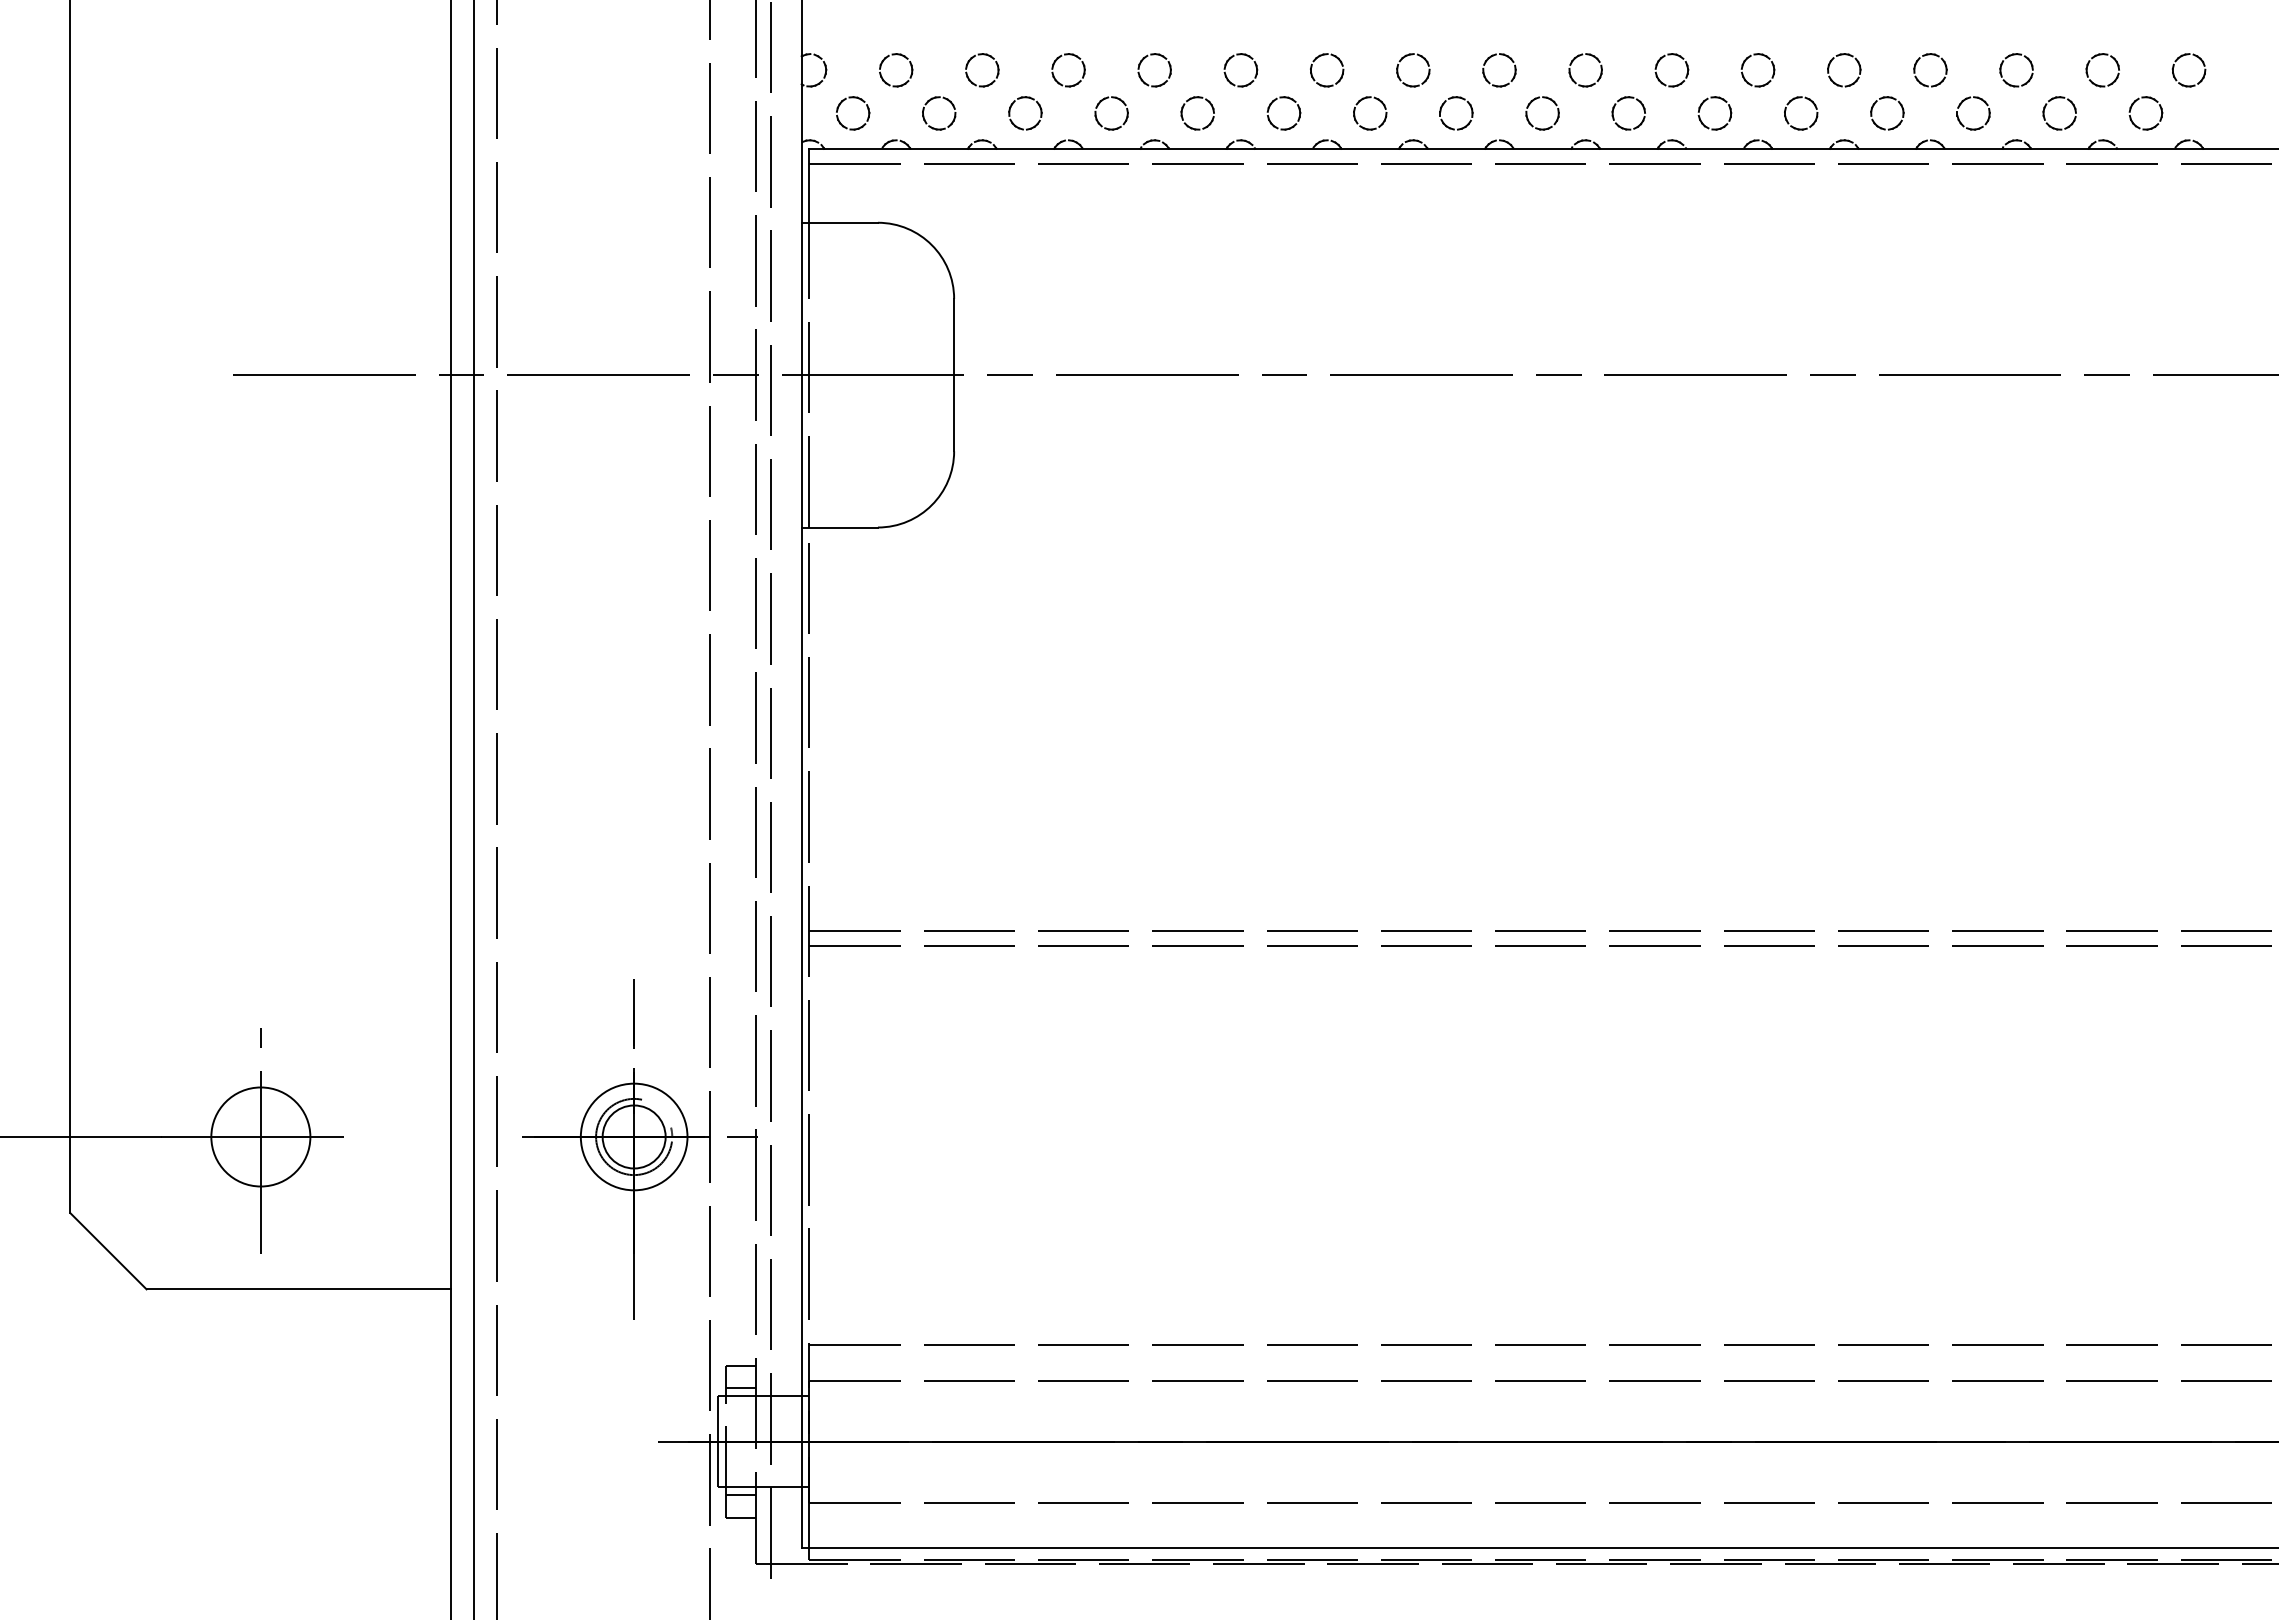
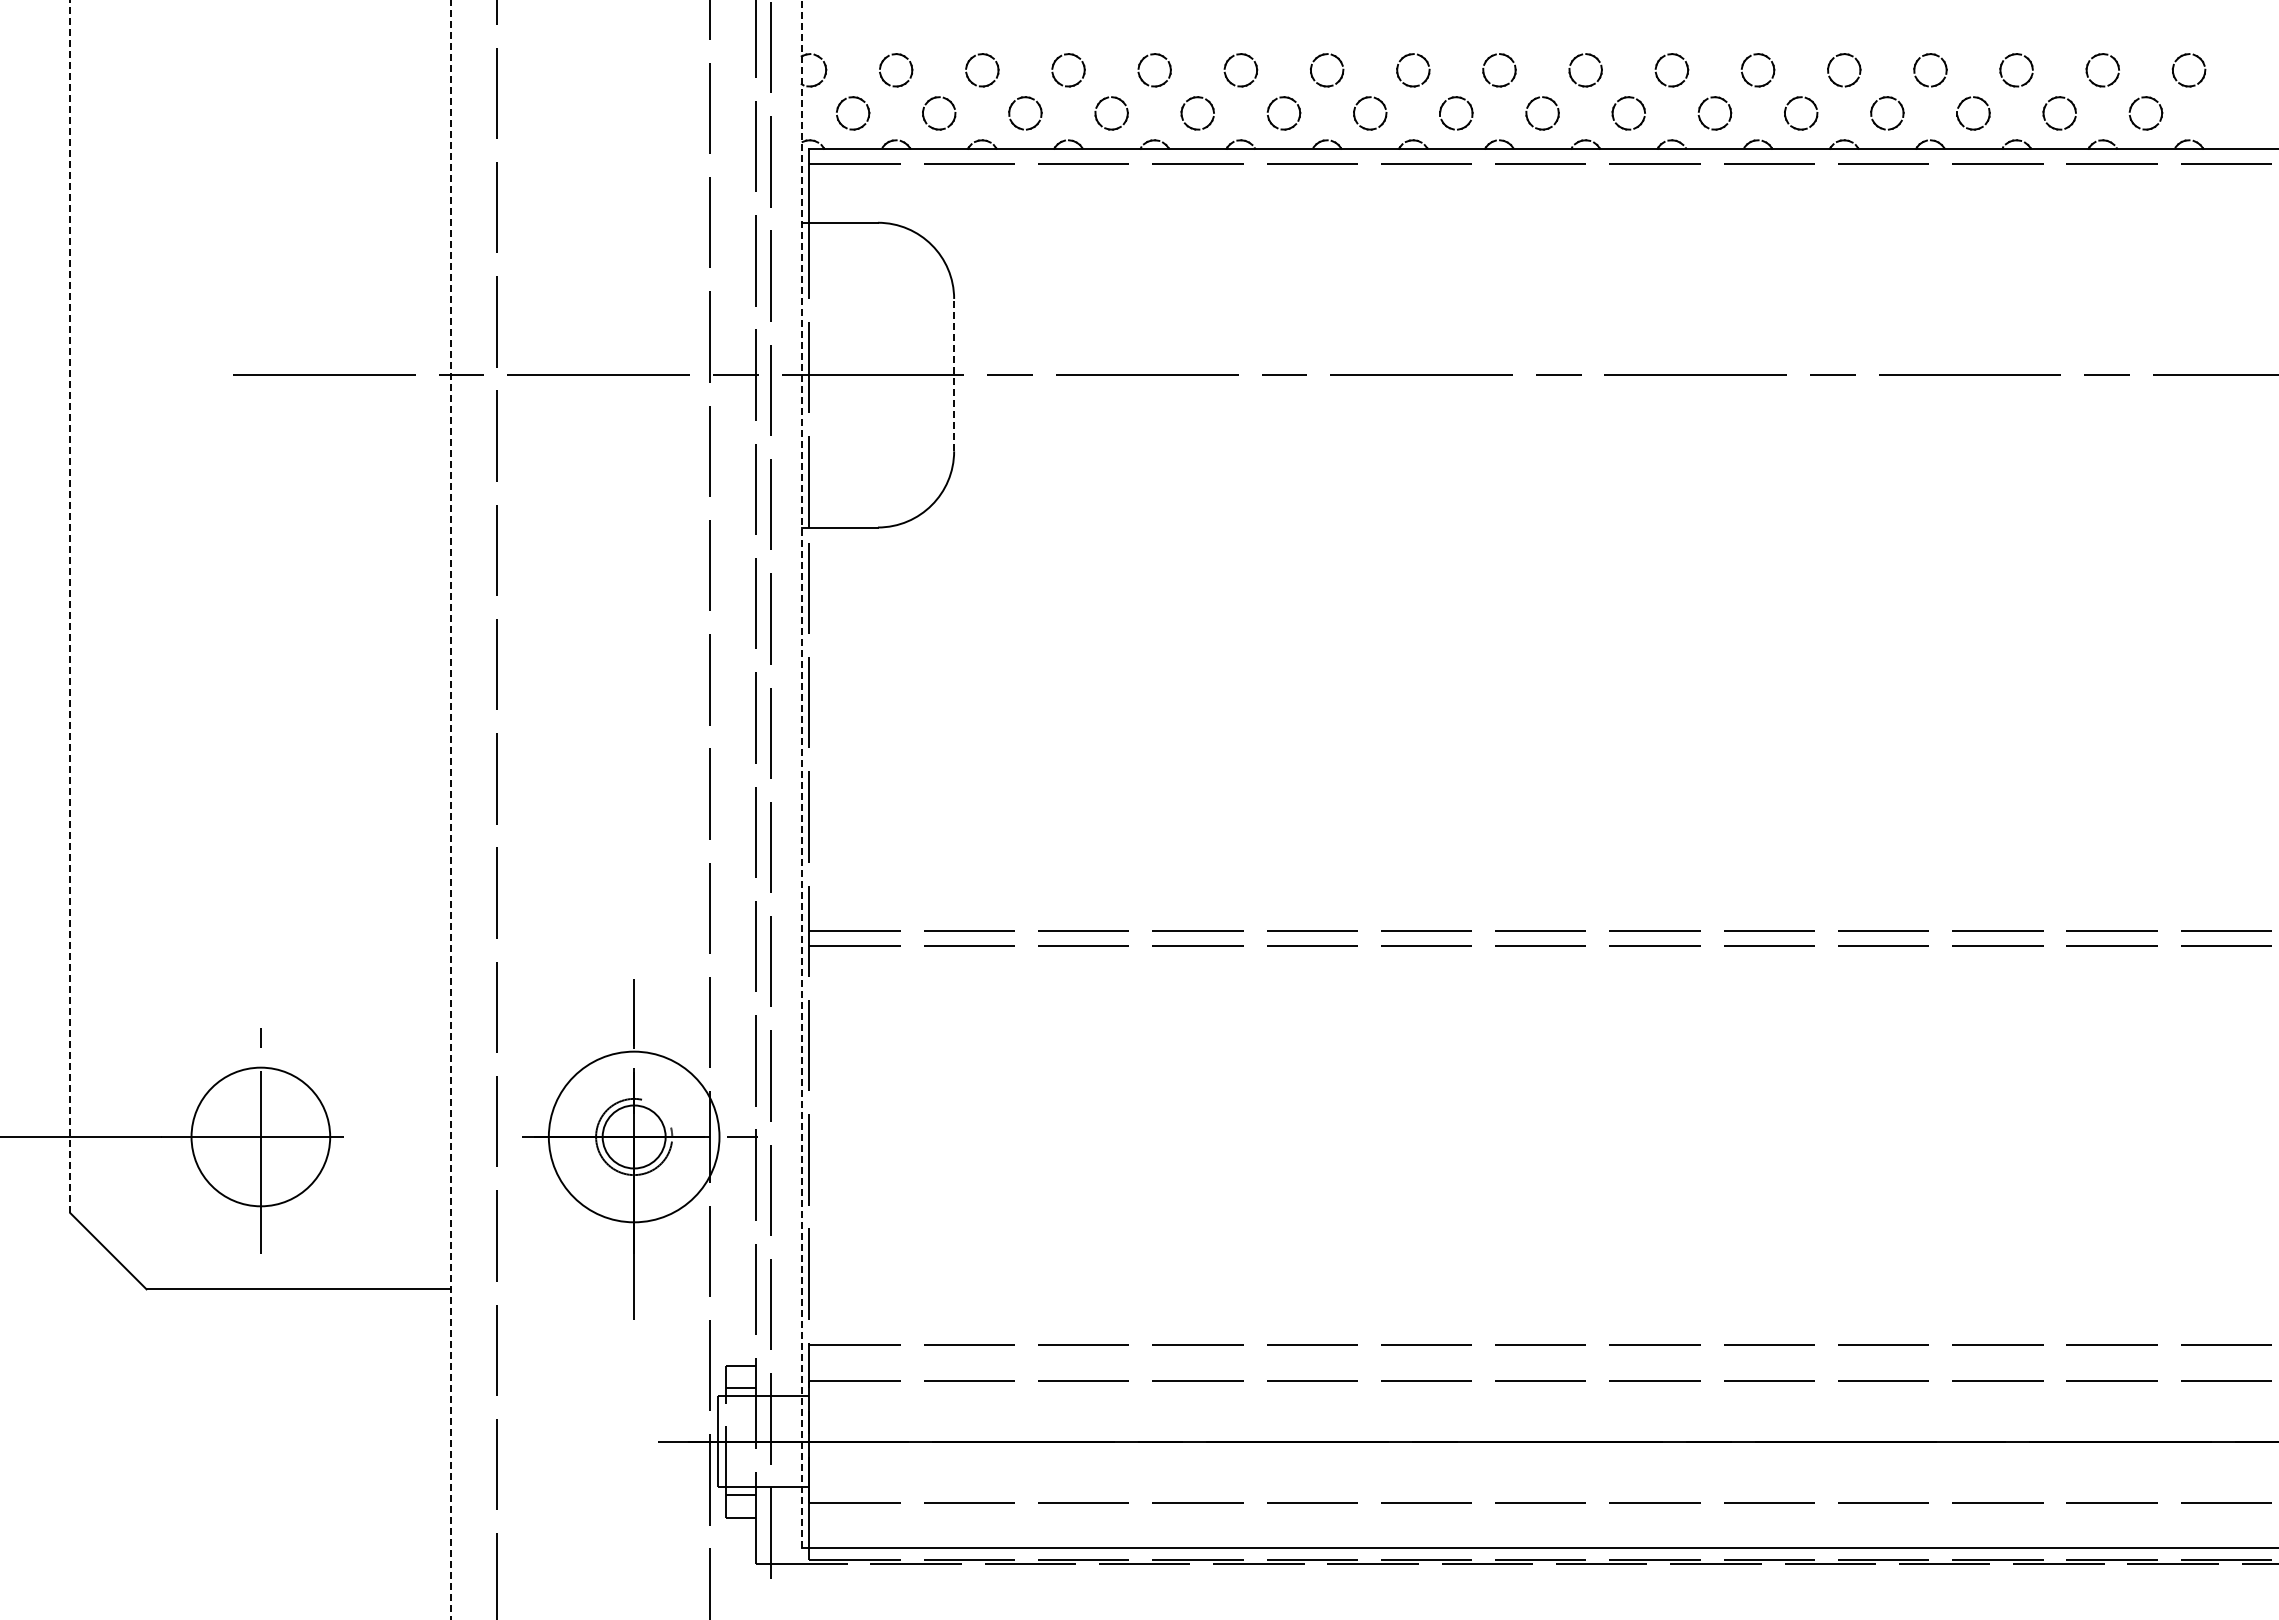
line at (954, 374): solid -> dashed
line at (70, 606): solid -> dashed
line at (801, 774): solid -> dashed
line at (451, 809): solid -> dashed
line at (474, 809): present -> none
circle at (260, 1136) diameter: 99 px -> 139 px
circle at (633, 1136) diameter: 107 px -> 171 px
